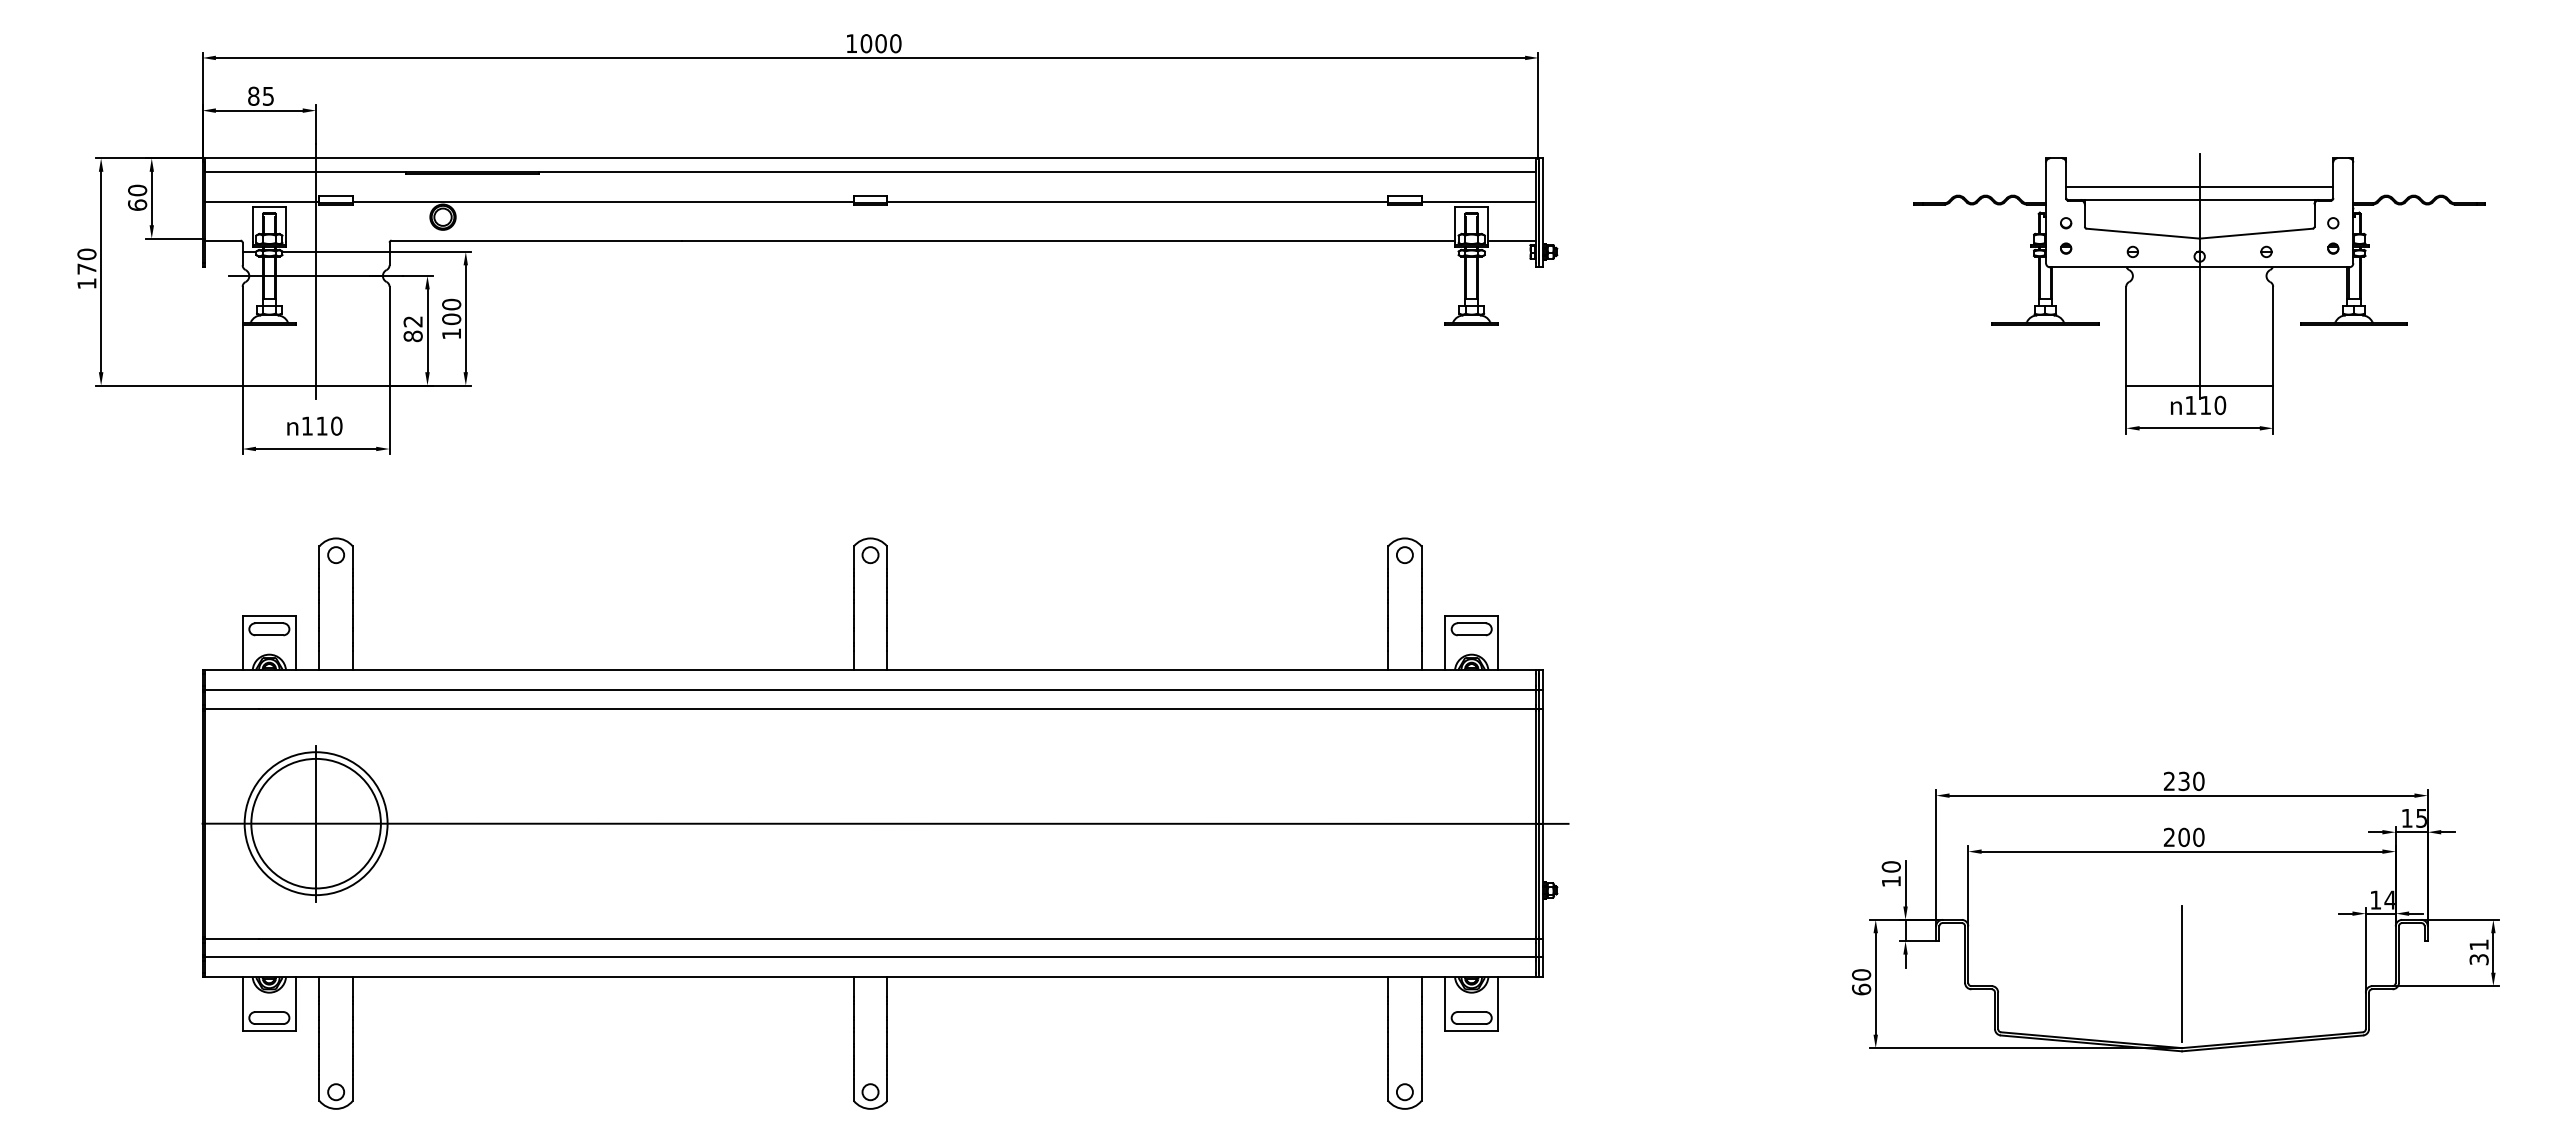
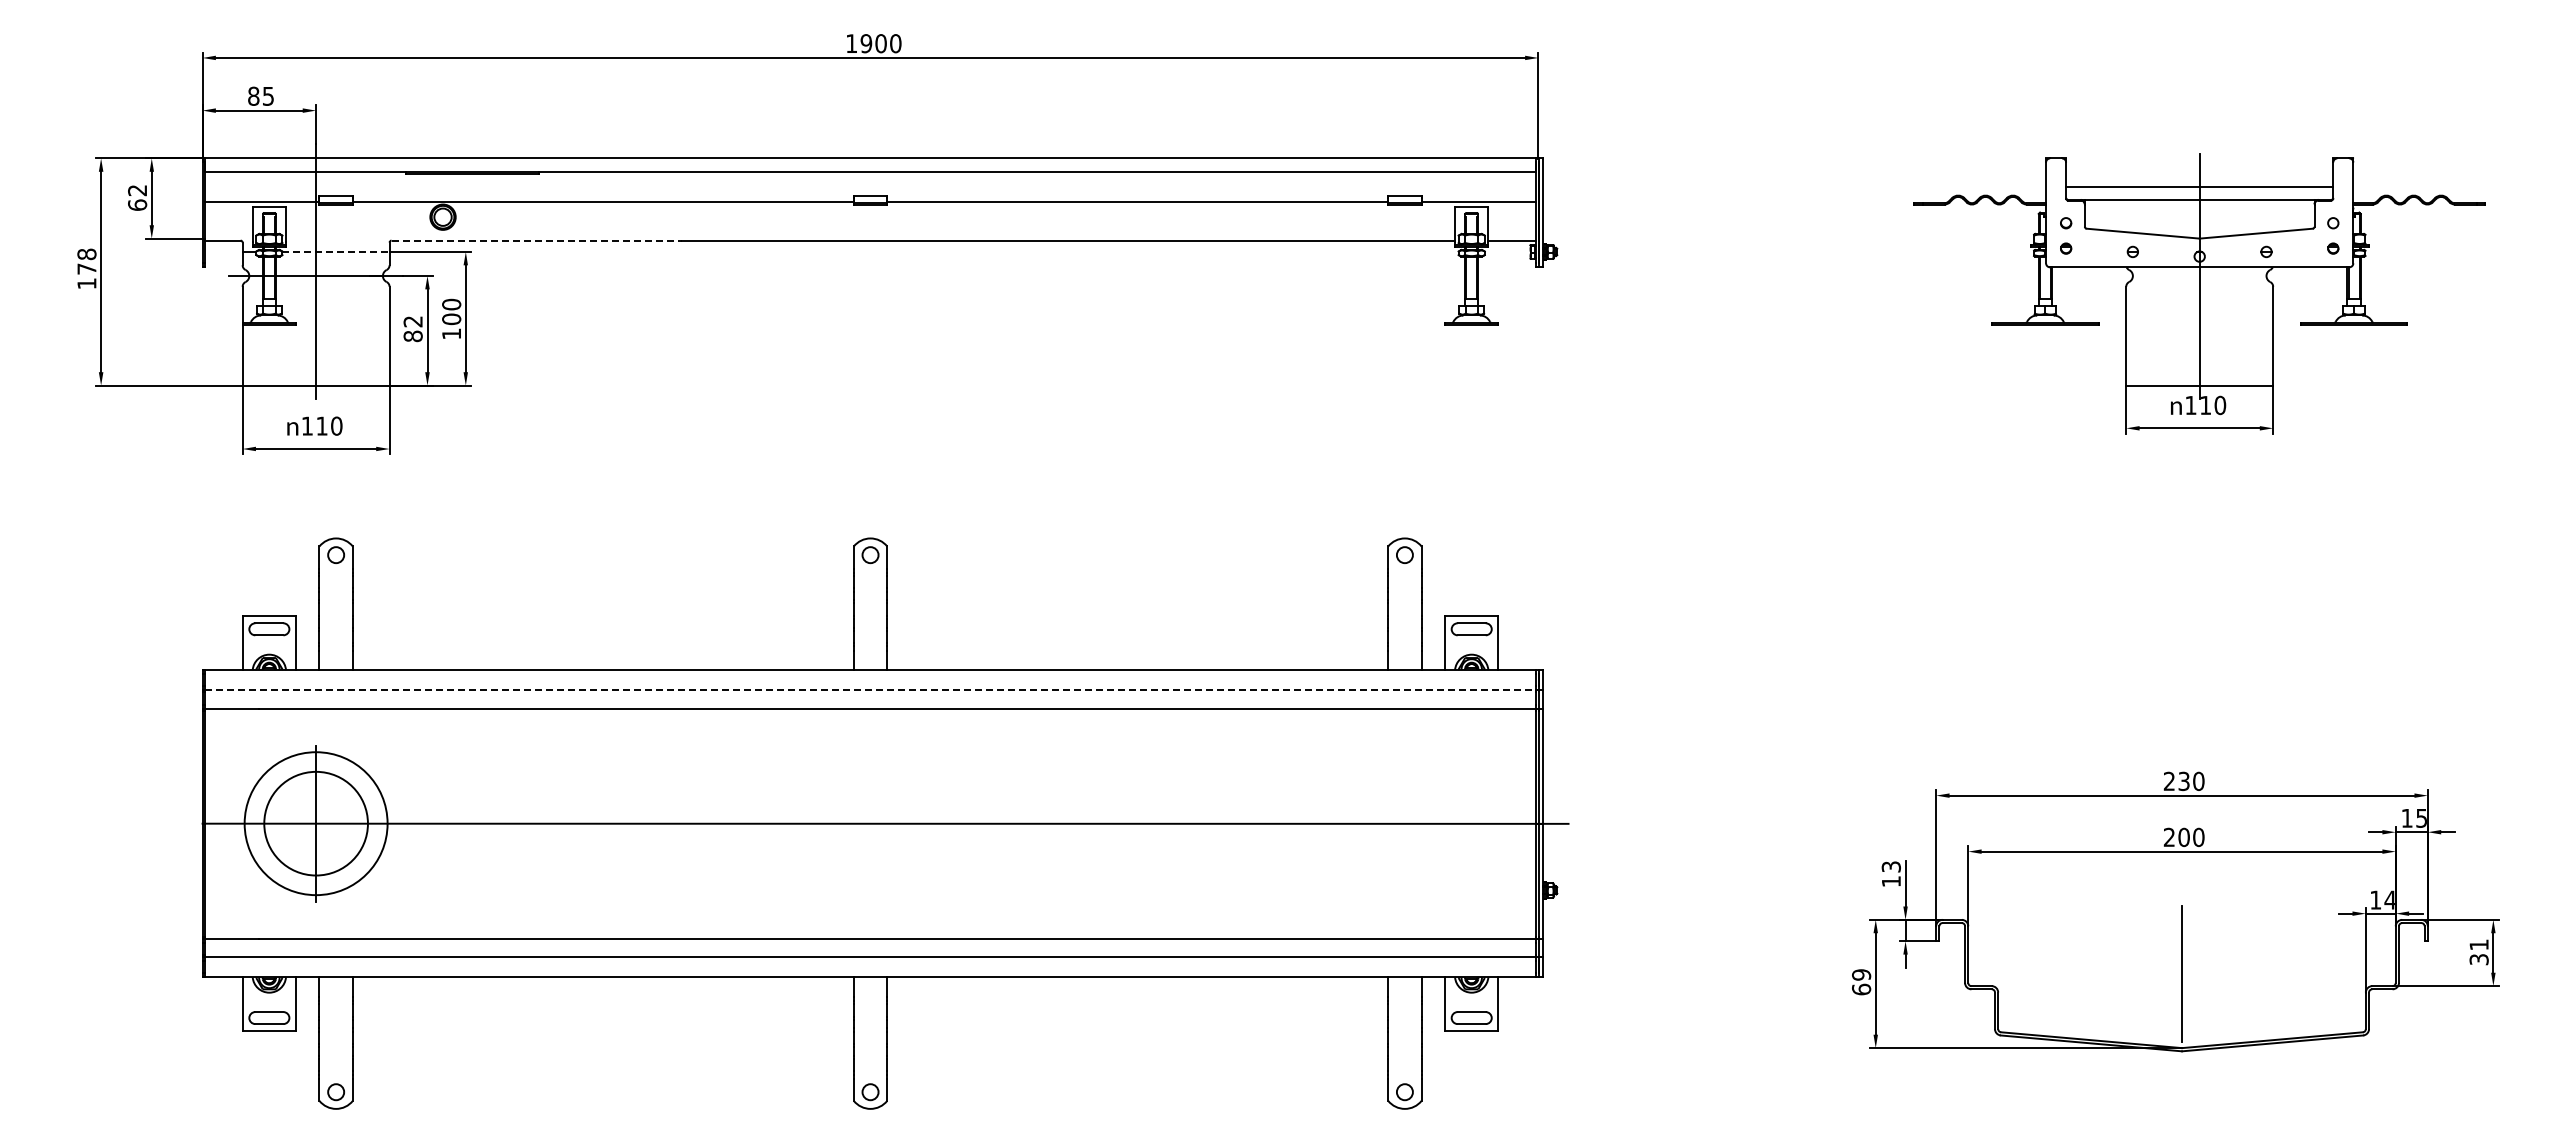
text at (866, 43): 1000 -> 1900
text at (137, 190): 60 -> 62
line at (537, 240): solid -> dashed
line at (336, 251): solid -> dashed
text at (86, 254): 170 -> 178
line at (871, 690): solid -> dashed
circle at (315, 823) diameter: 130 px -> 104 px
text at (1890, 866): 10 -> 13
text at (1861, 974): 60 -> 69
